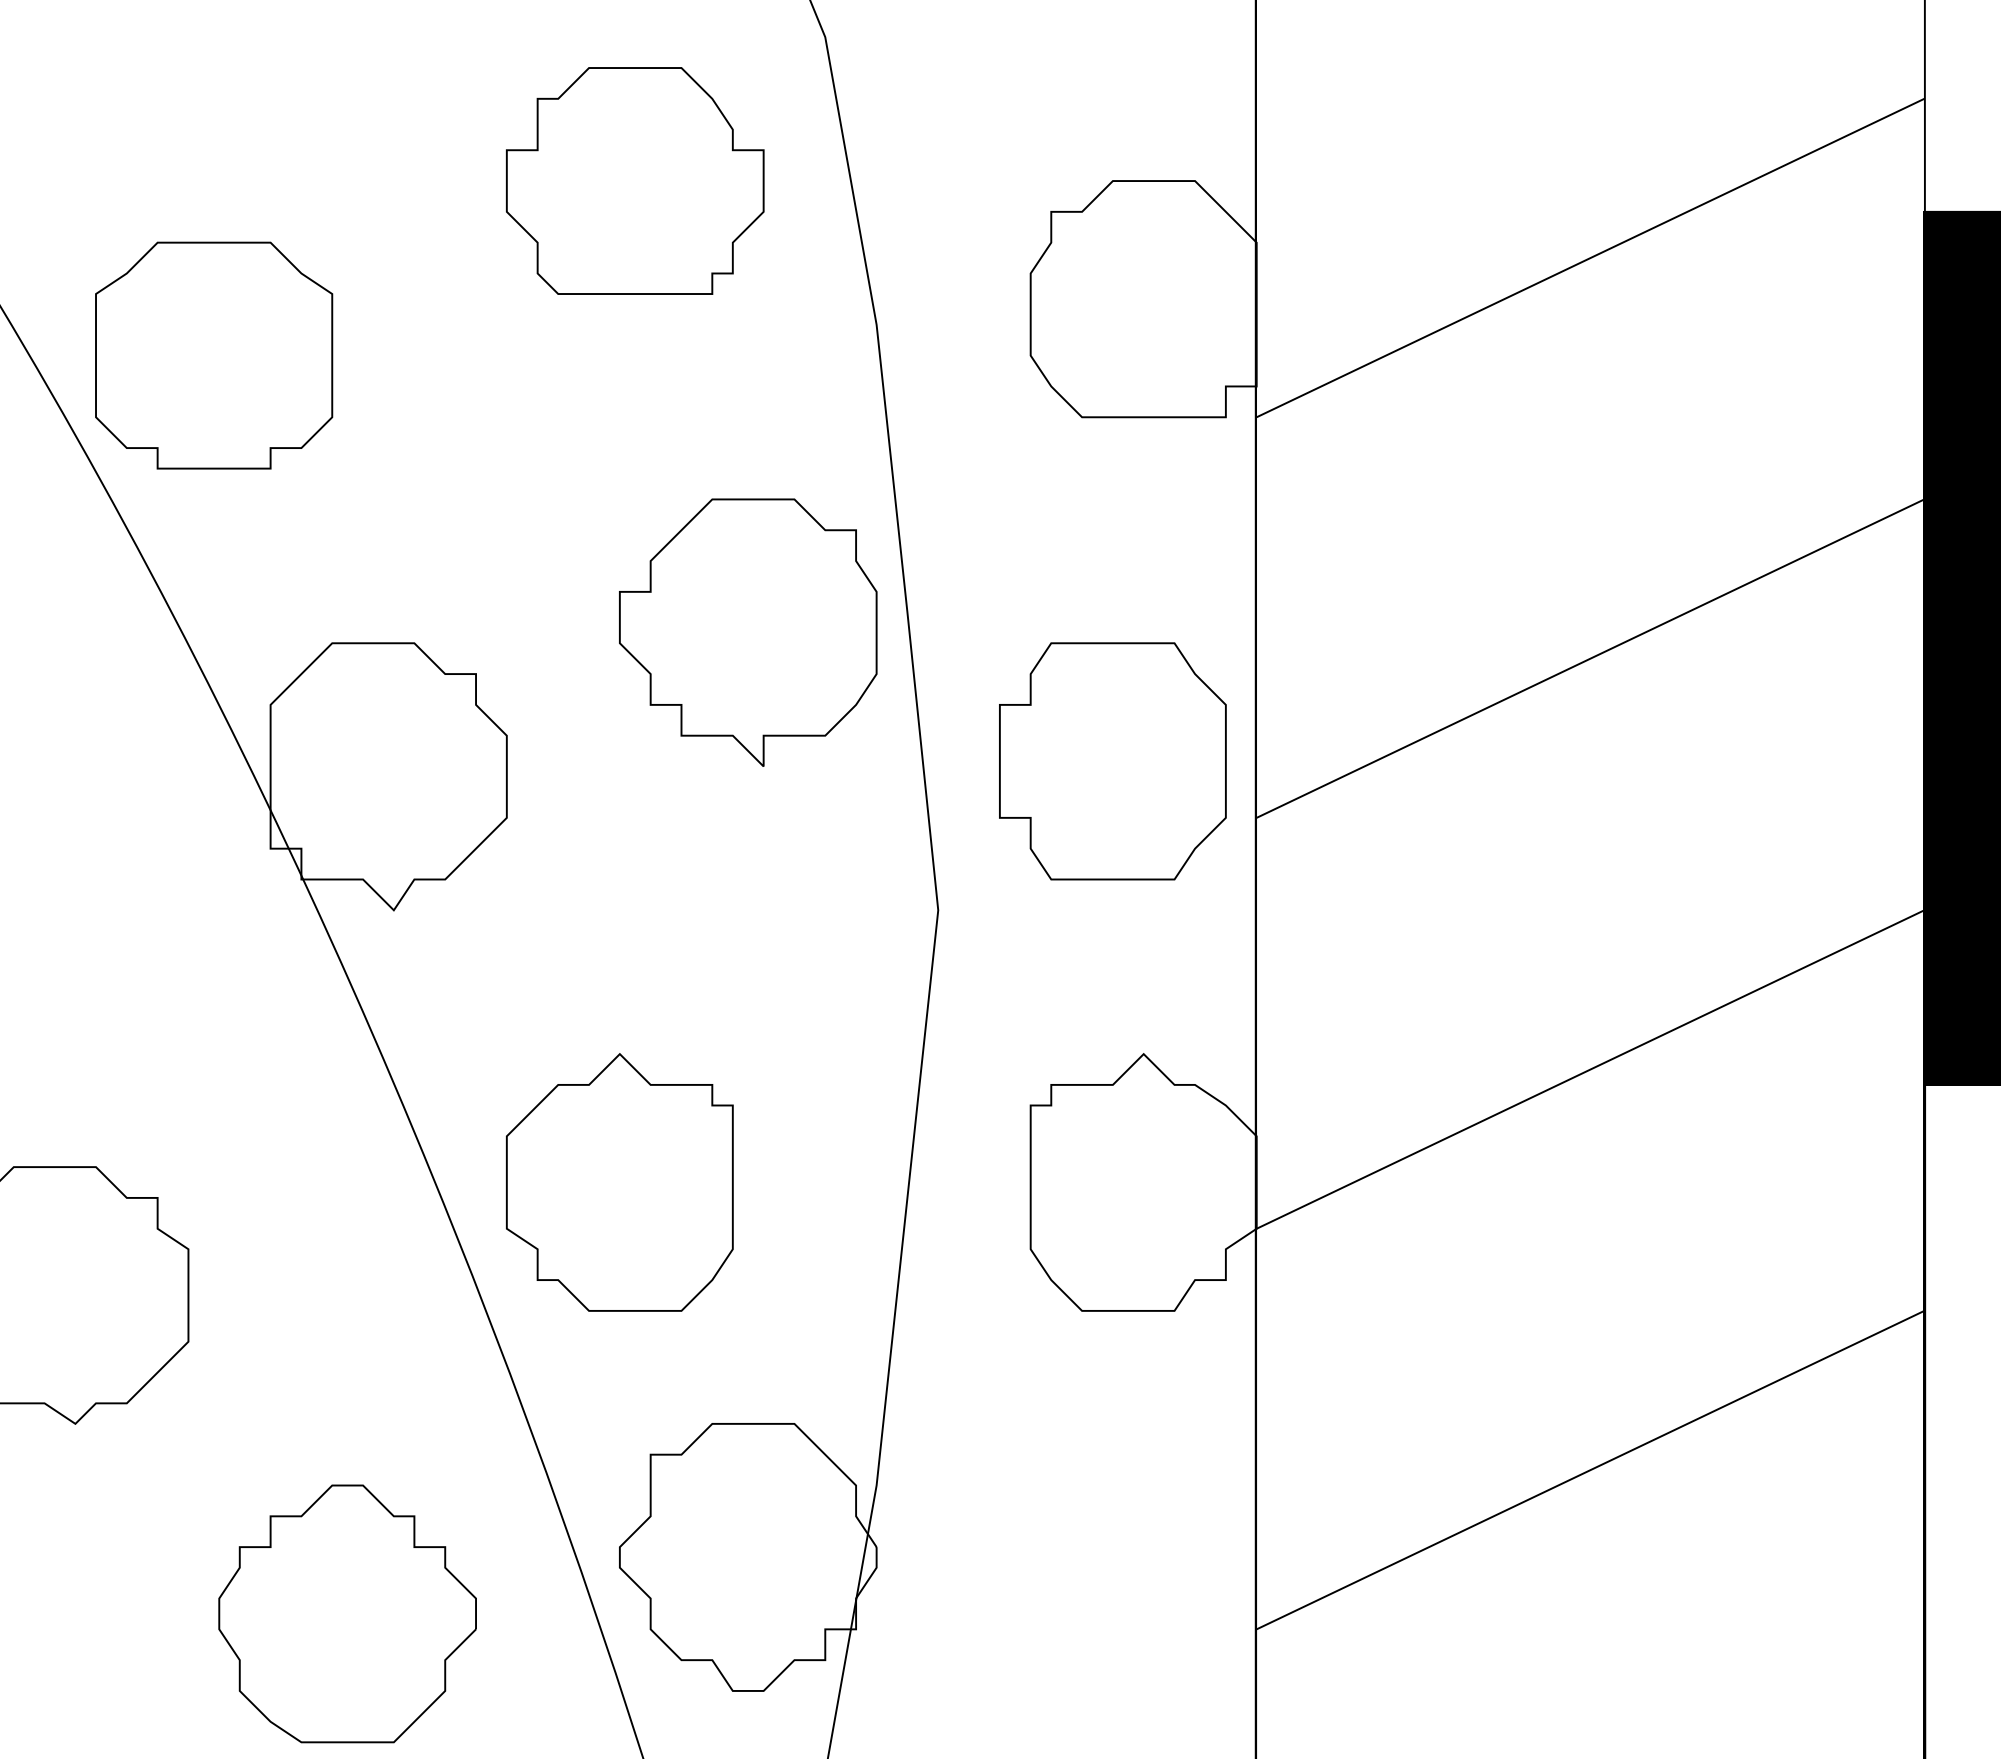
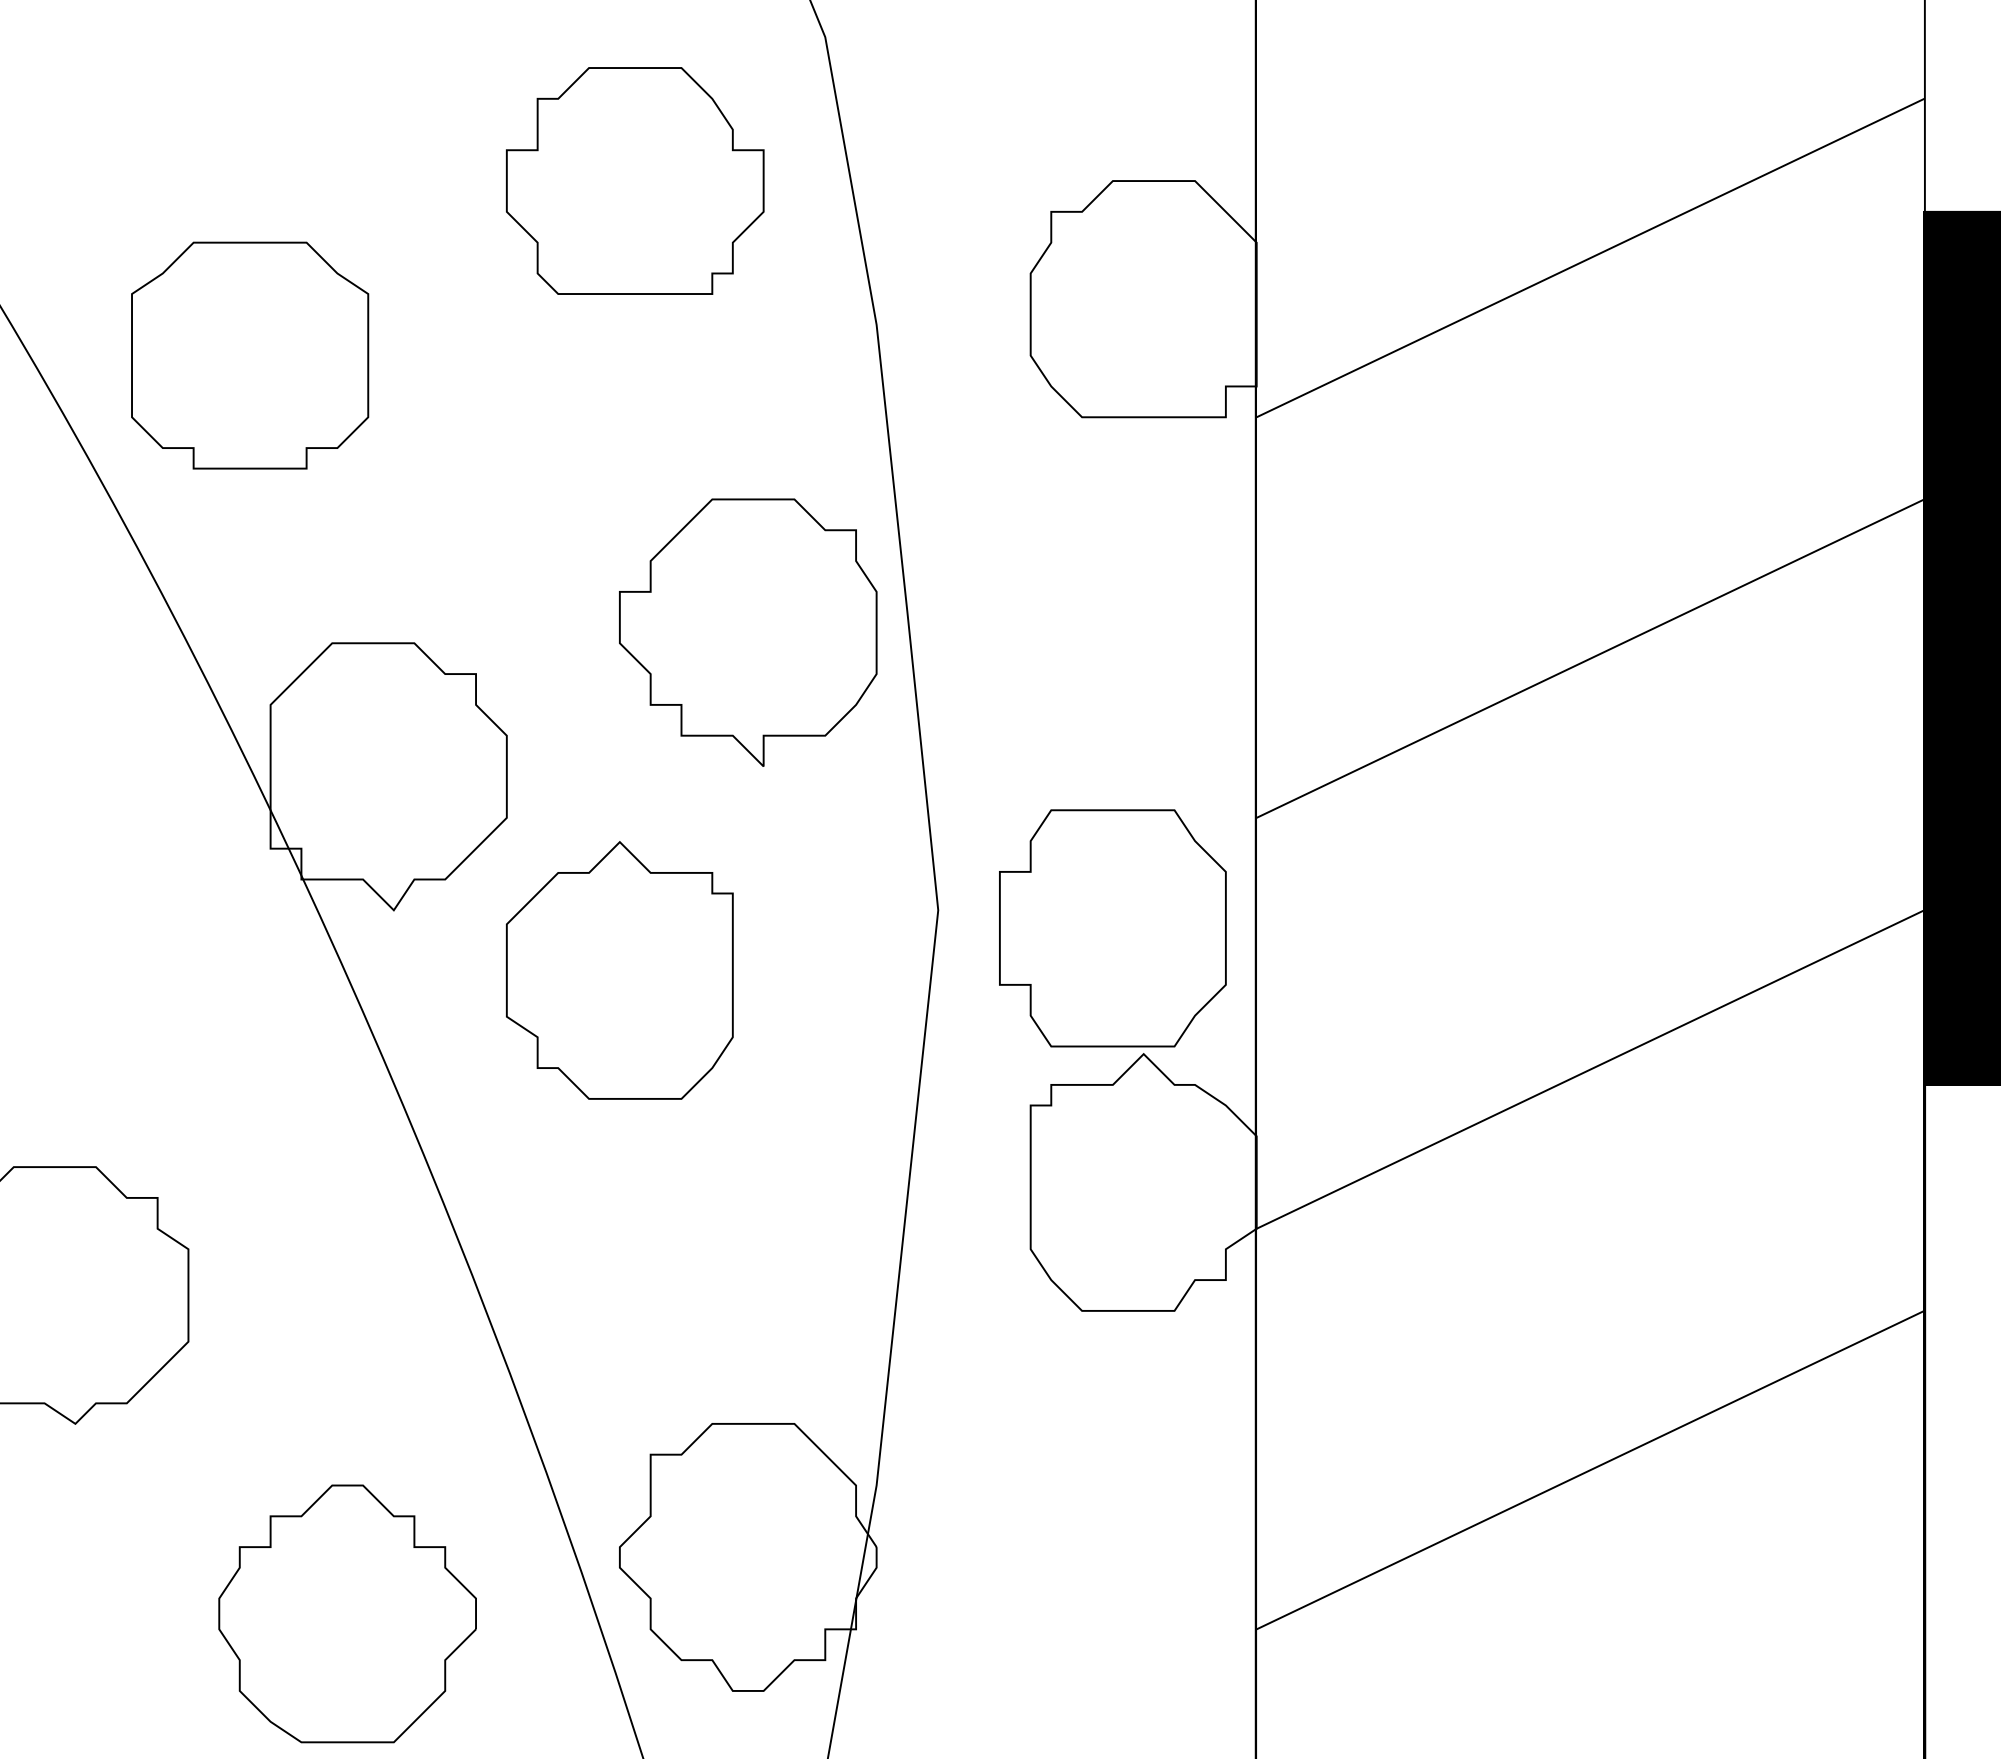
part at (214, 355) position: (214, 355) -> (250, 355)
part at (1112, 761) position: (1112, 761) -> (1112, 928)
part at (619, 1182) position: (619, 1182) -> (619, 970)
